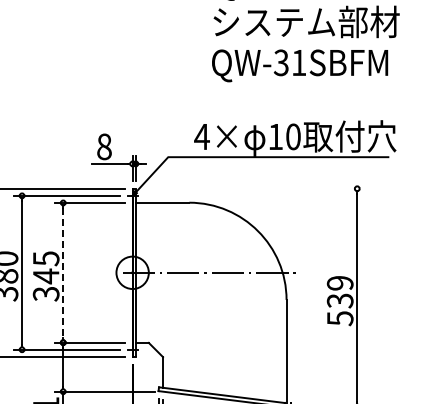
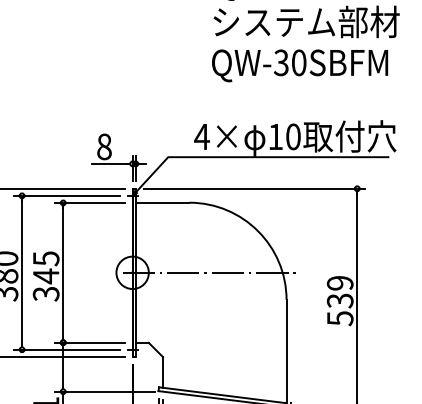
text at (299, 62): QW-31SBFM -> QW-30SBFM
line at (254, 188): none -> present
line at (63, 273): dashed -> solid
